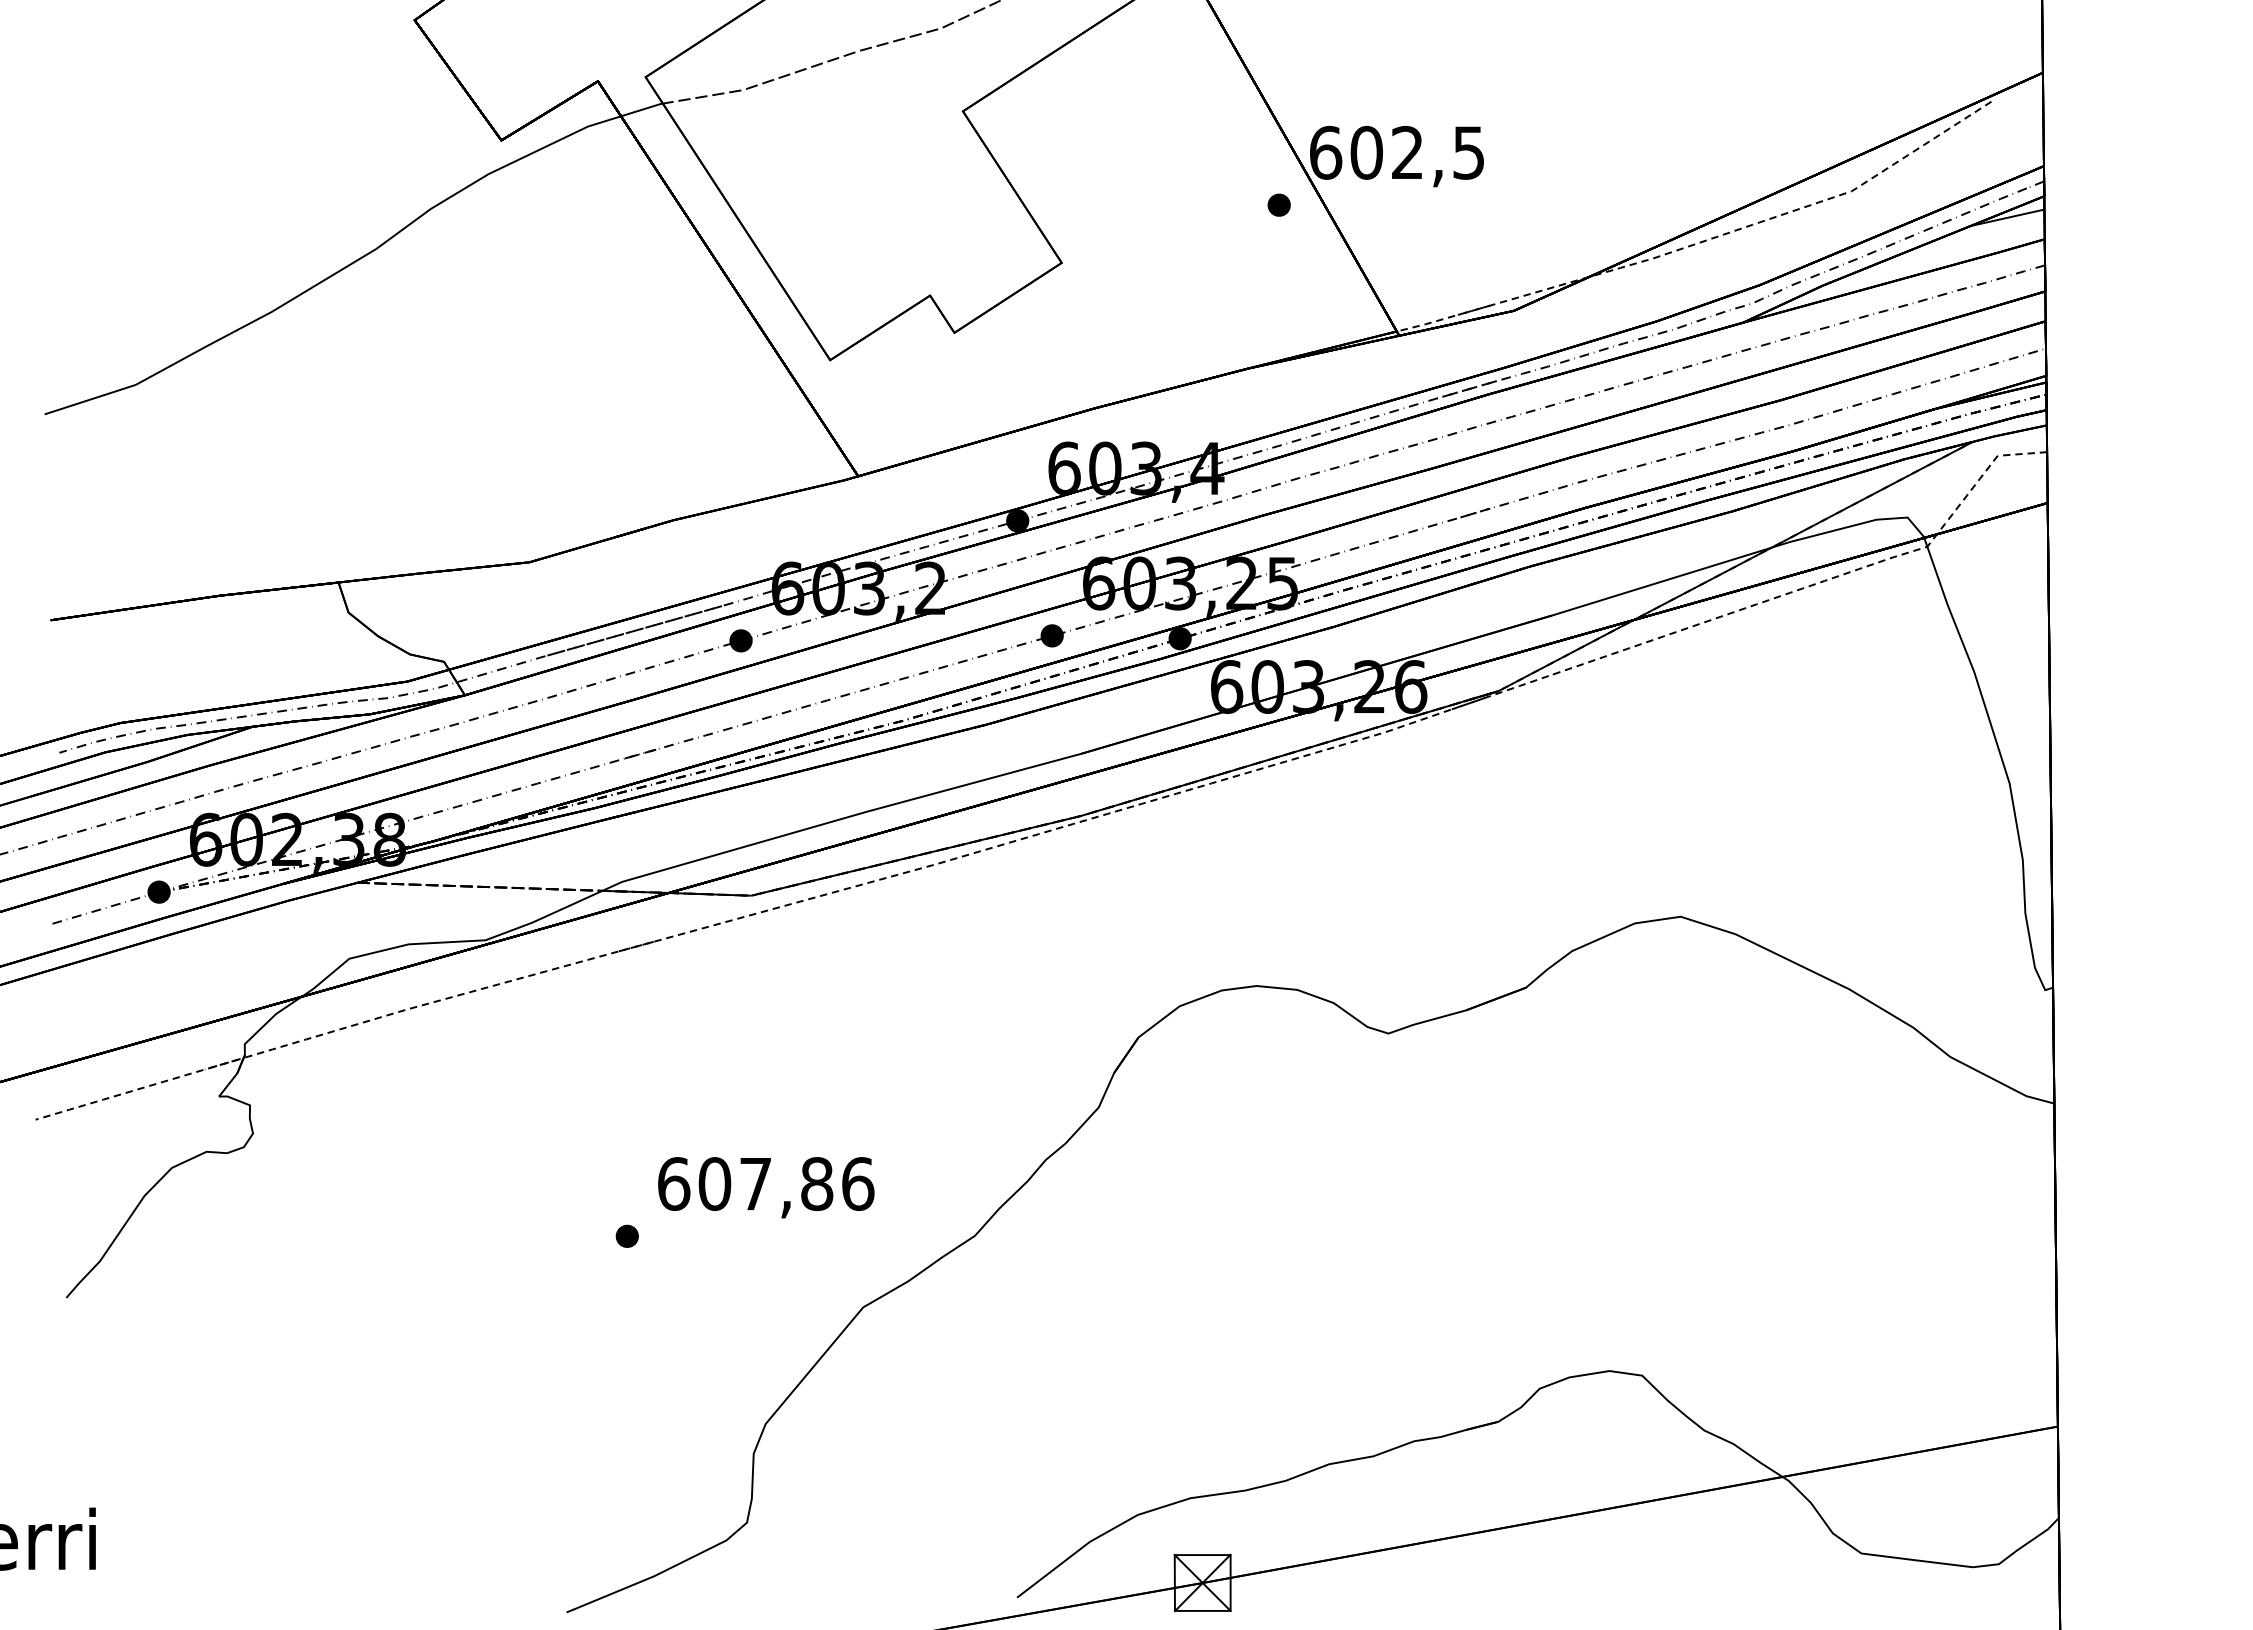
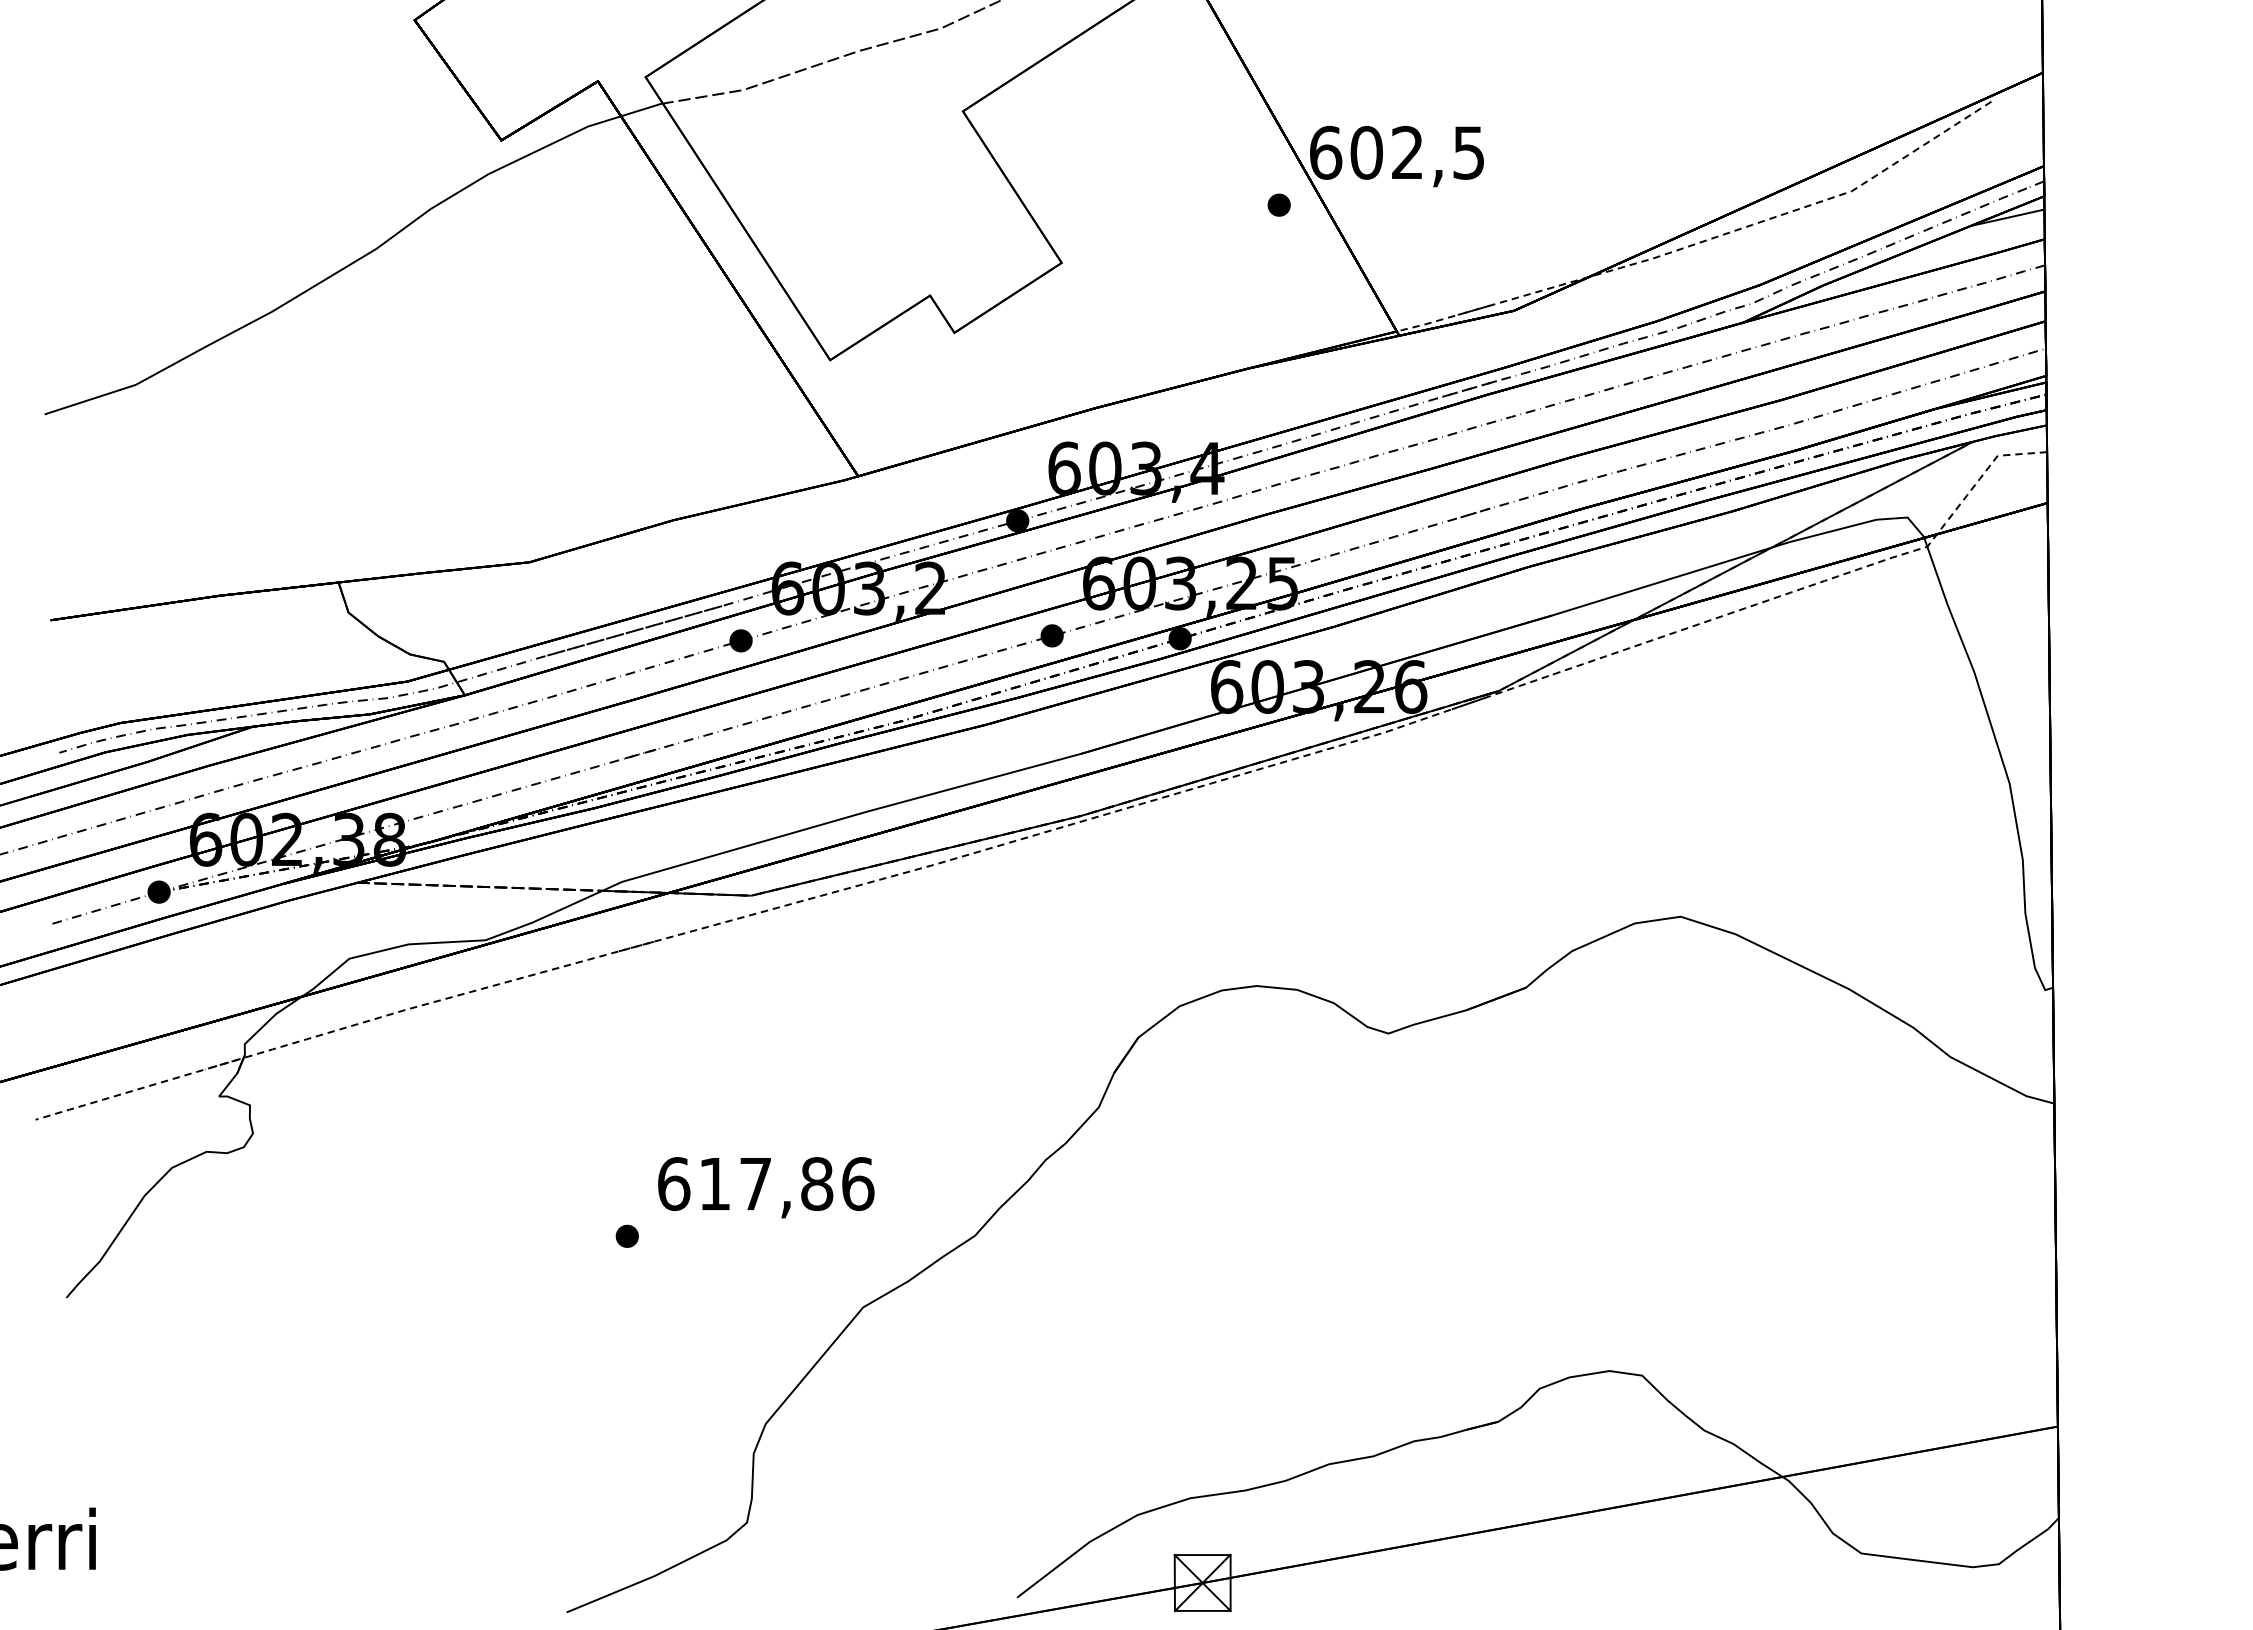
text at (714, 1183): 607,86 -> 617,86
